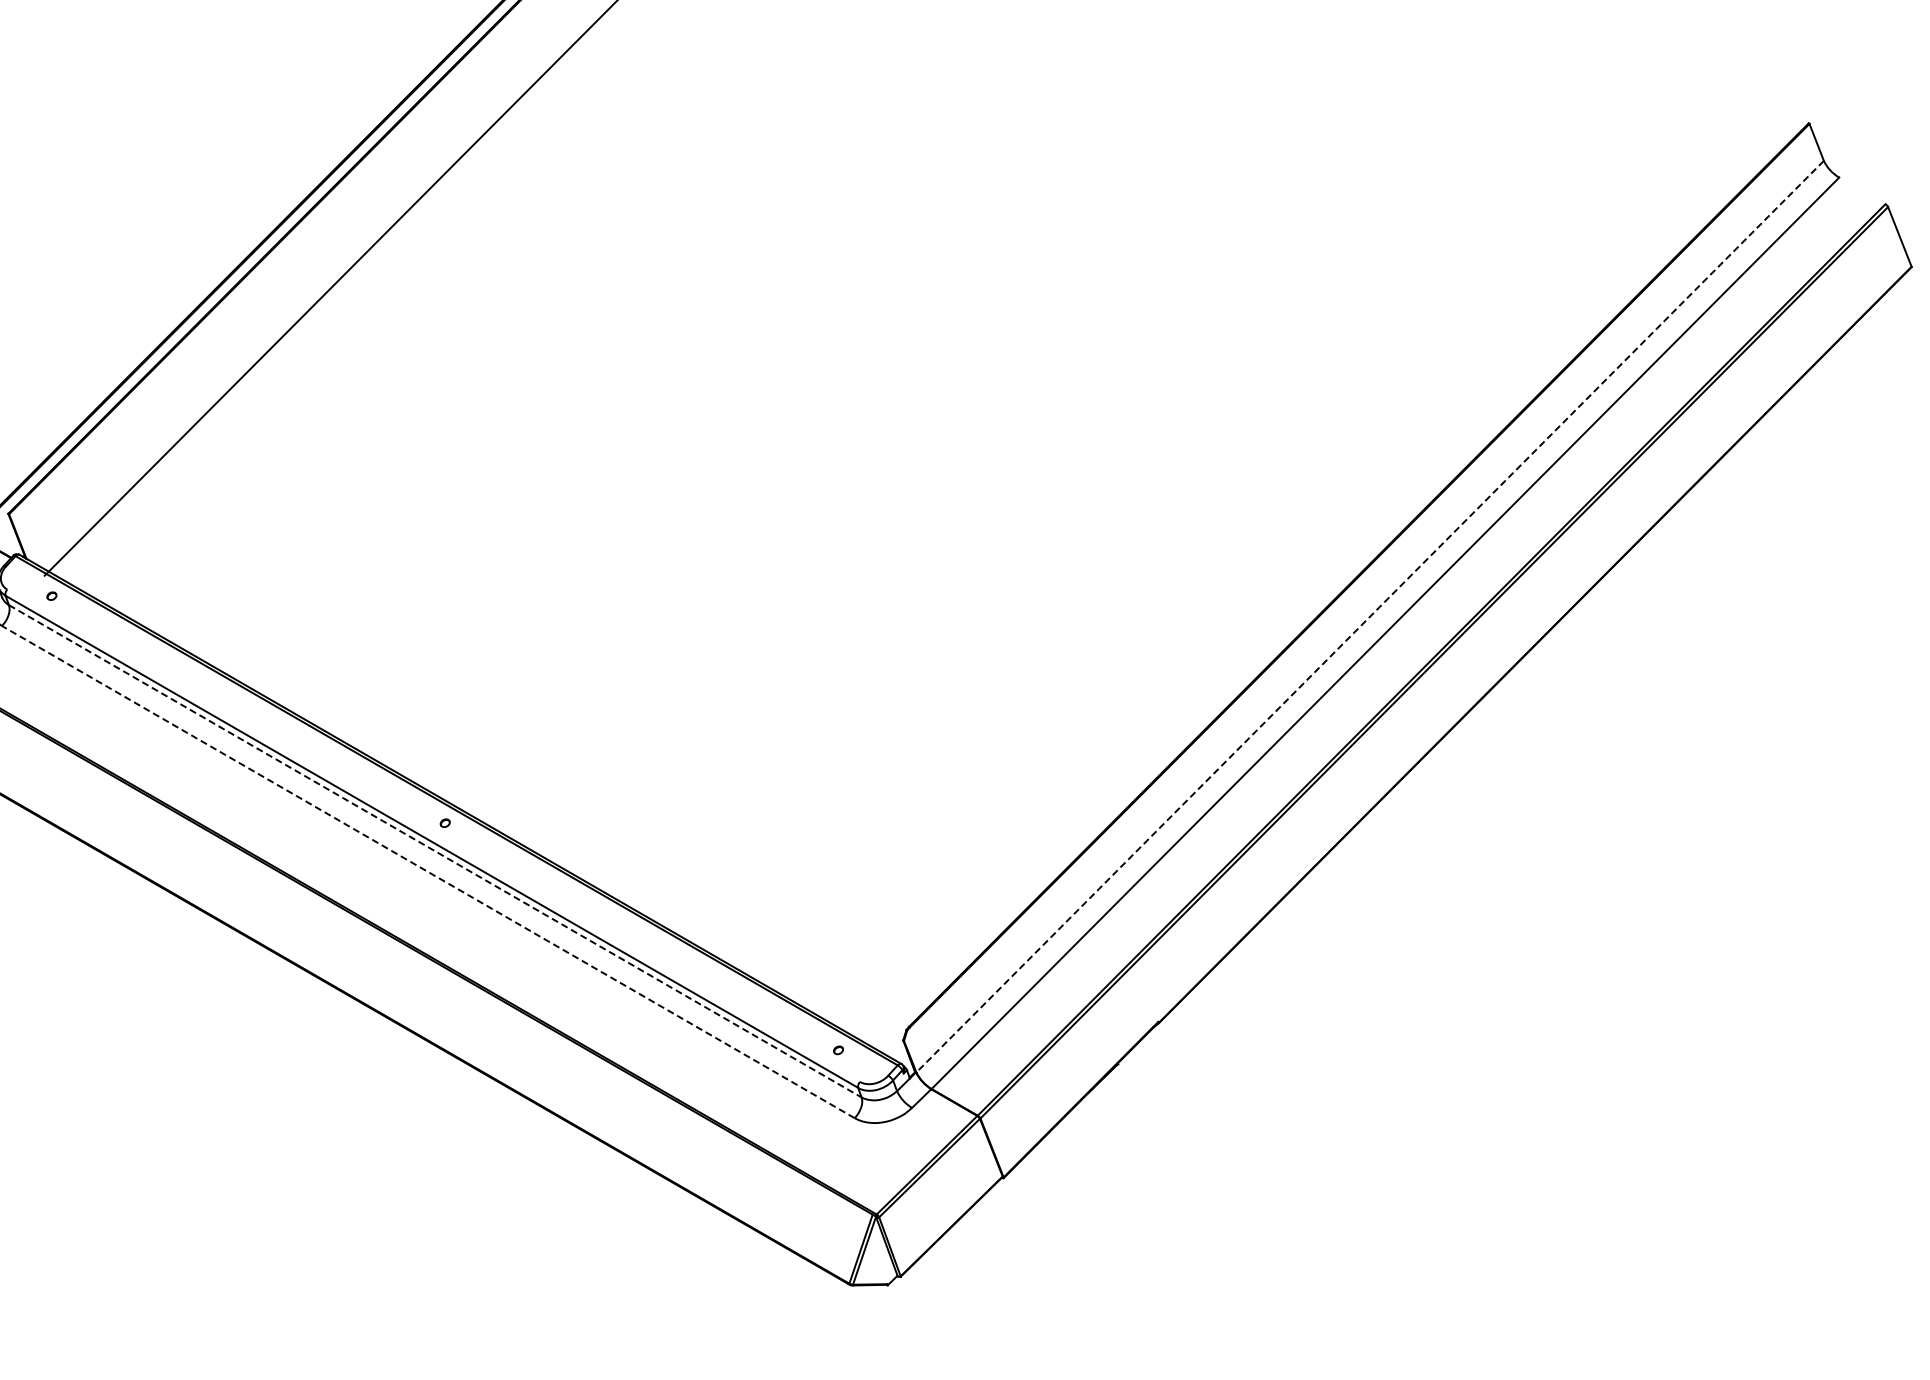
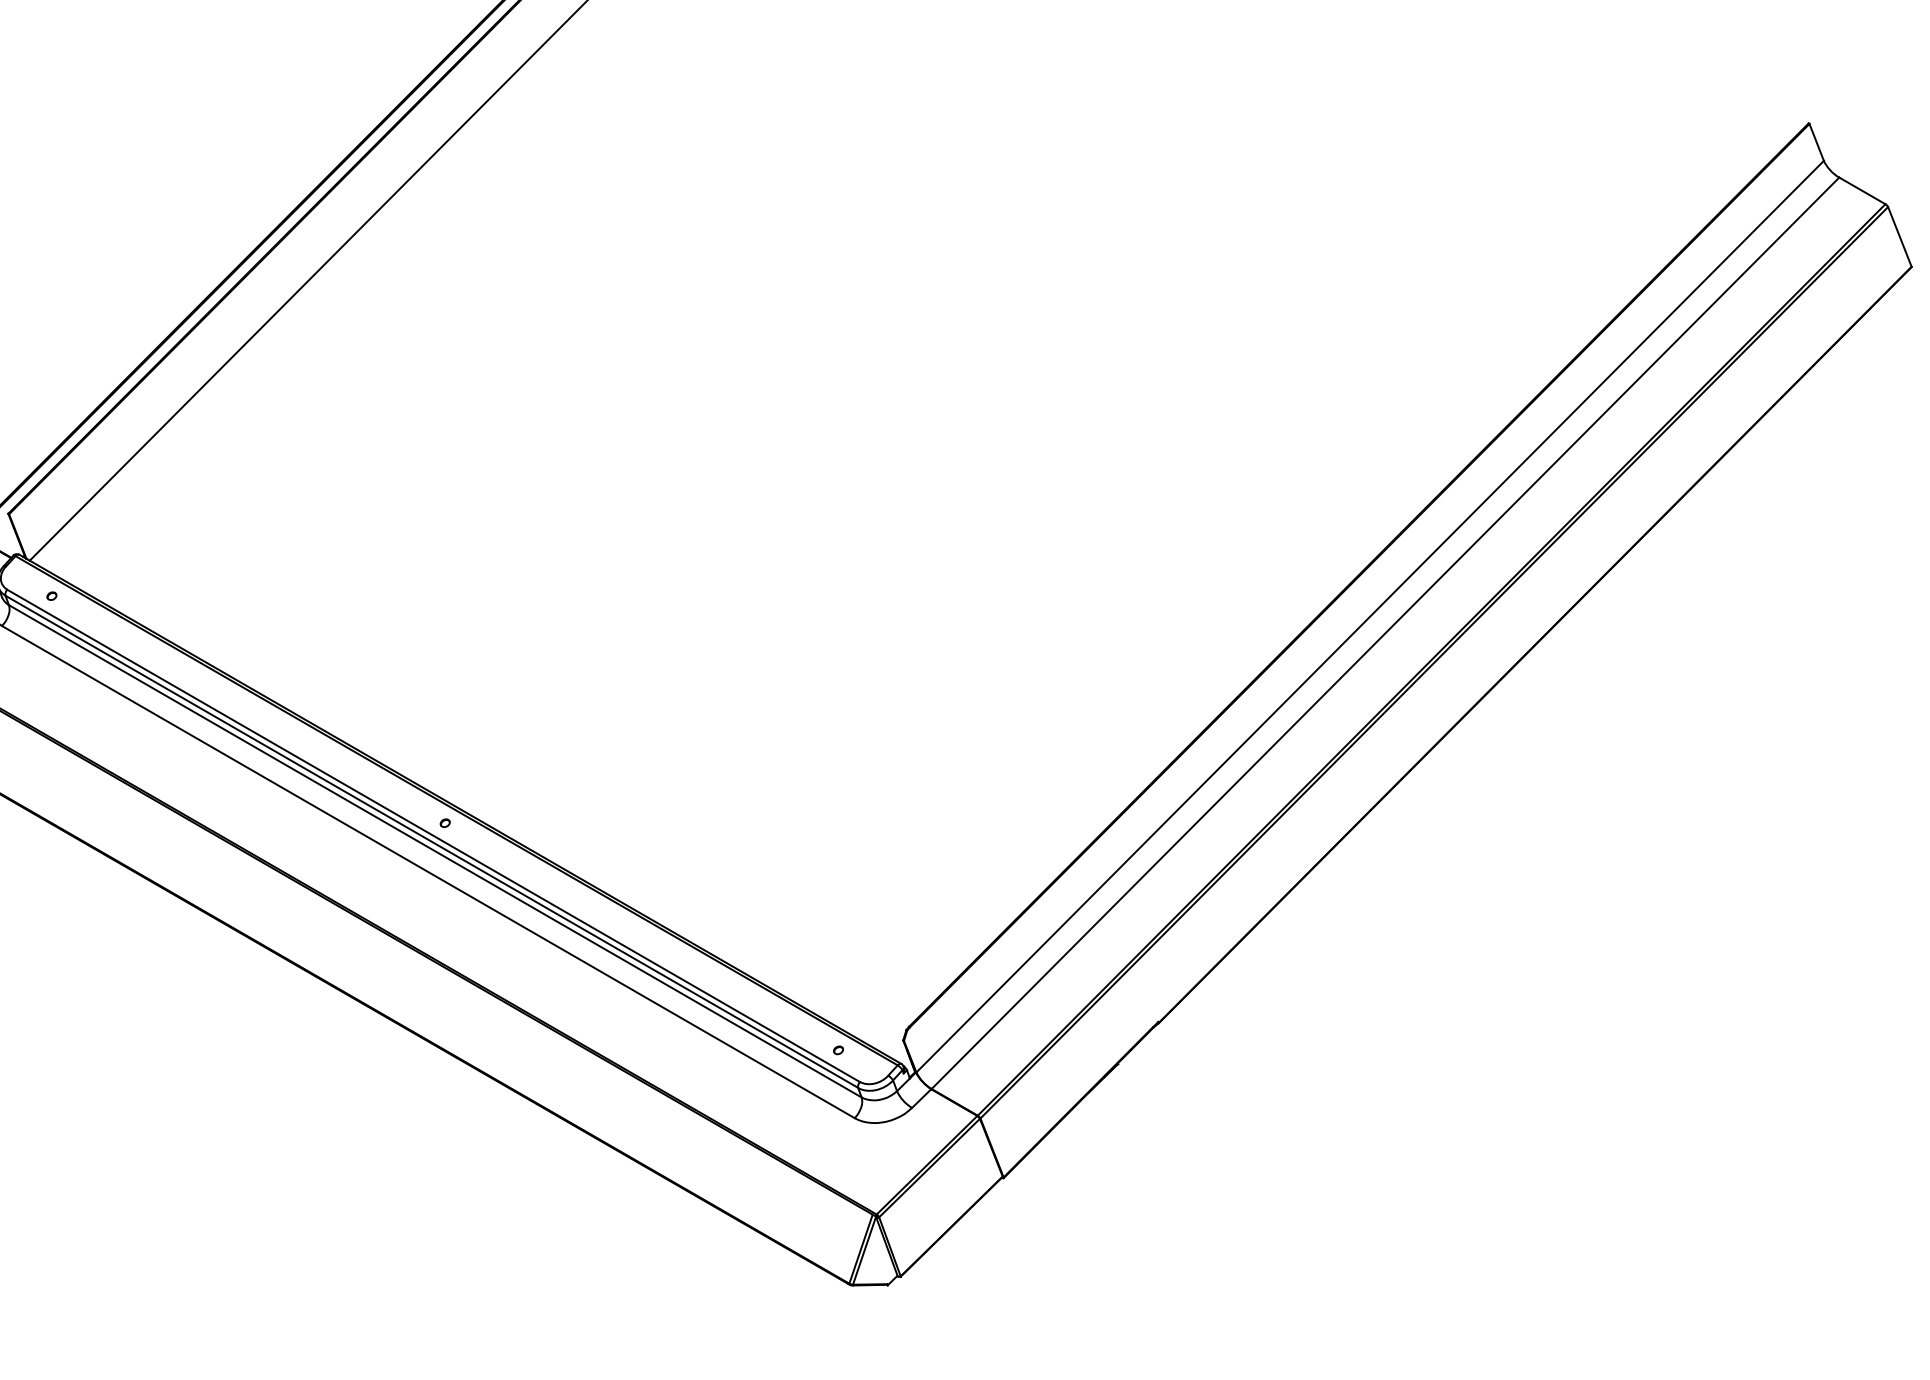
line at (1862, 190): none -> present
line at (329, 288) position: (329, 288) -> (307, 281)
line at (1369, 617): dashed -> solid
line at (433, 835): none -> present
line at (435, 851): dashed -> solid
line at (427, 871): dashed -> solid
